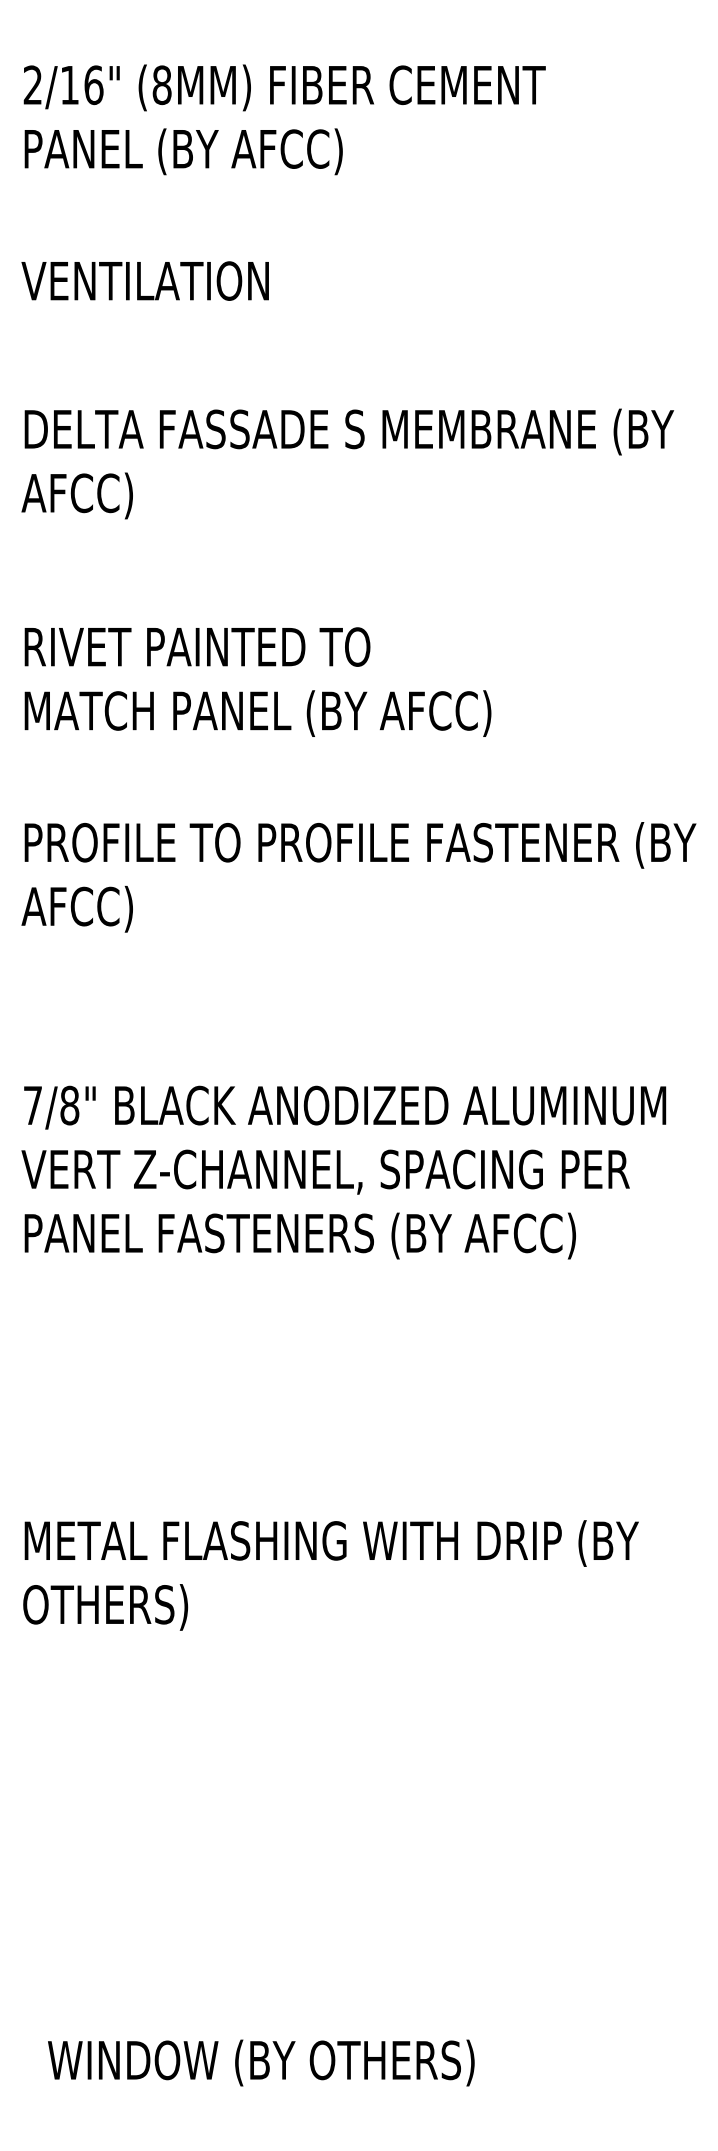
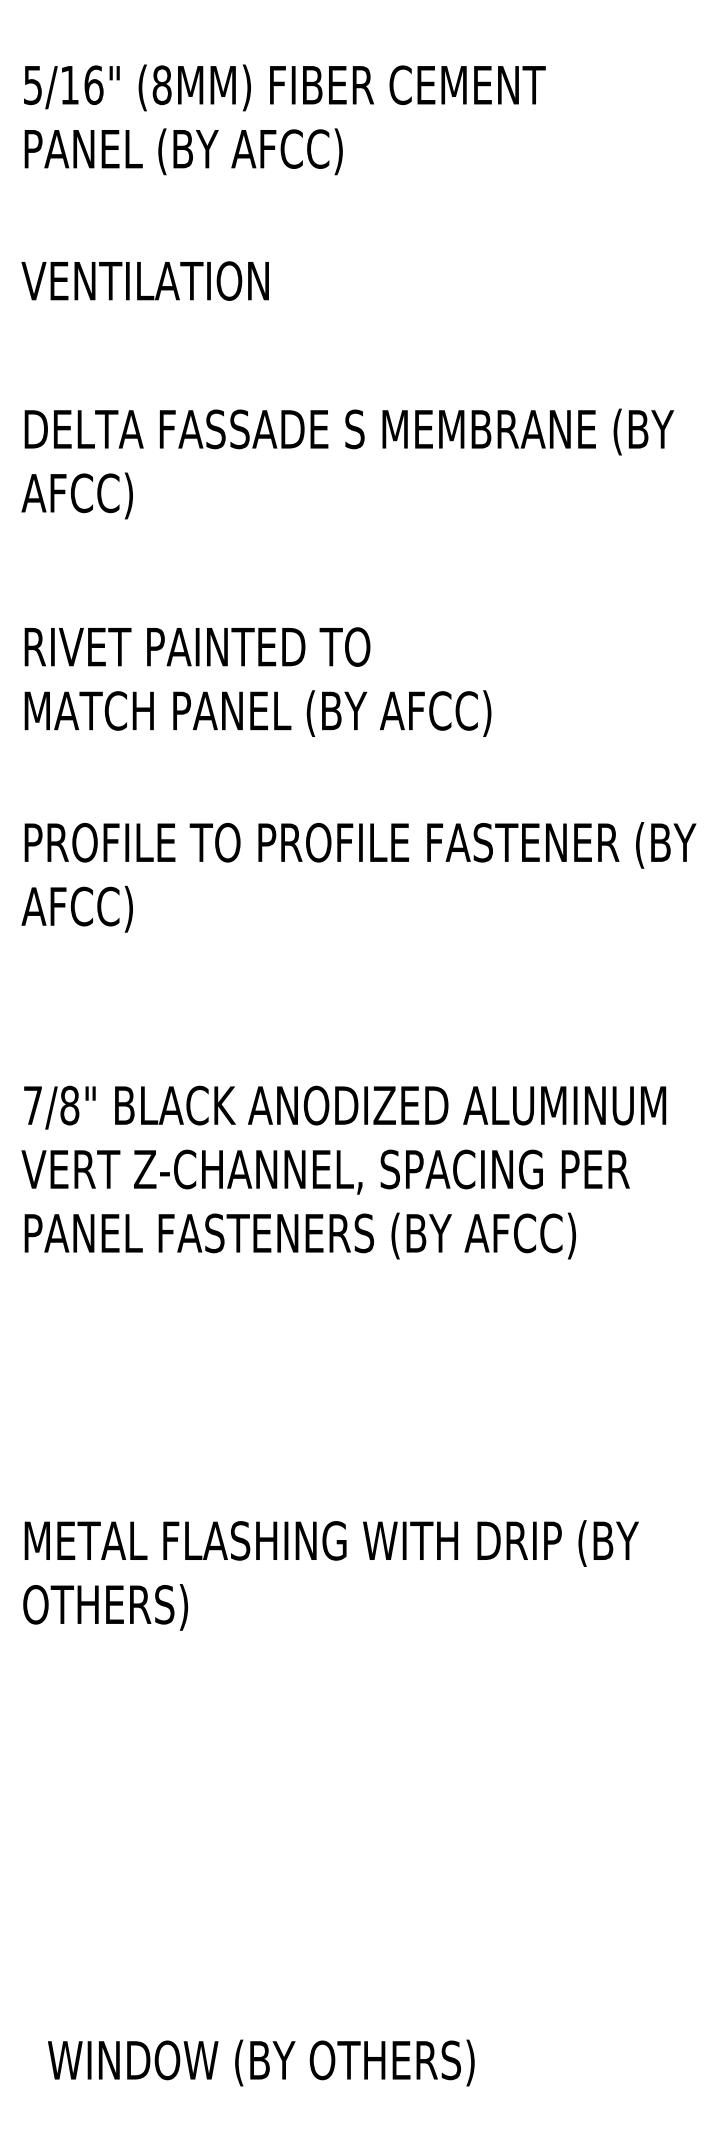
text at (32, 85): 2/16" -> 5/16"
